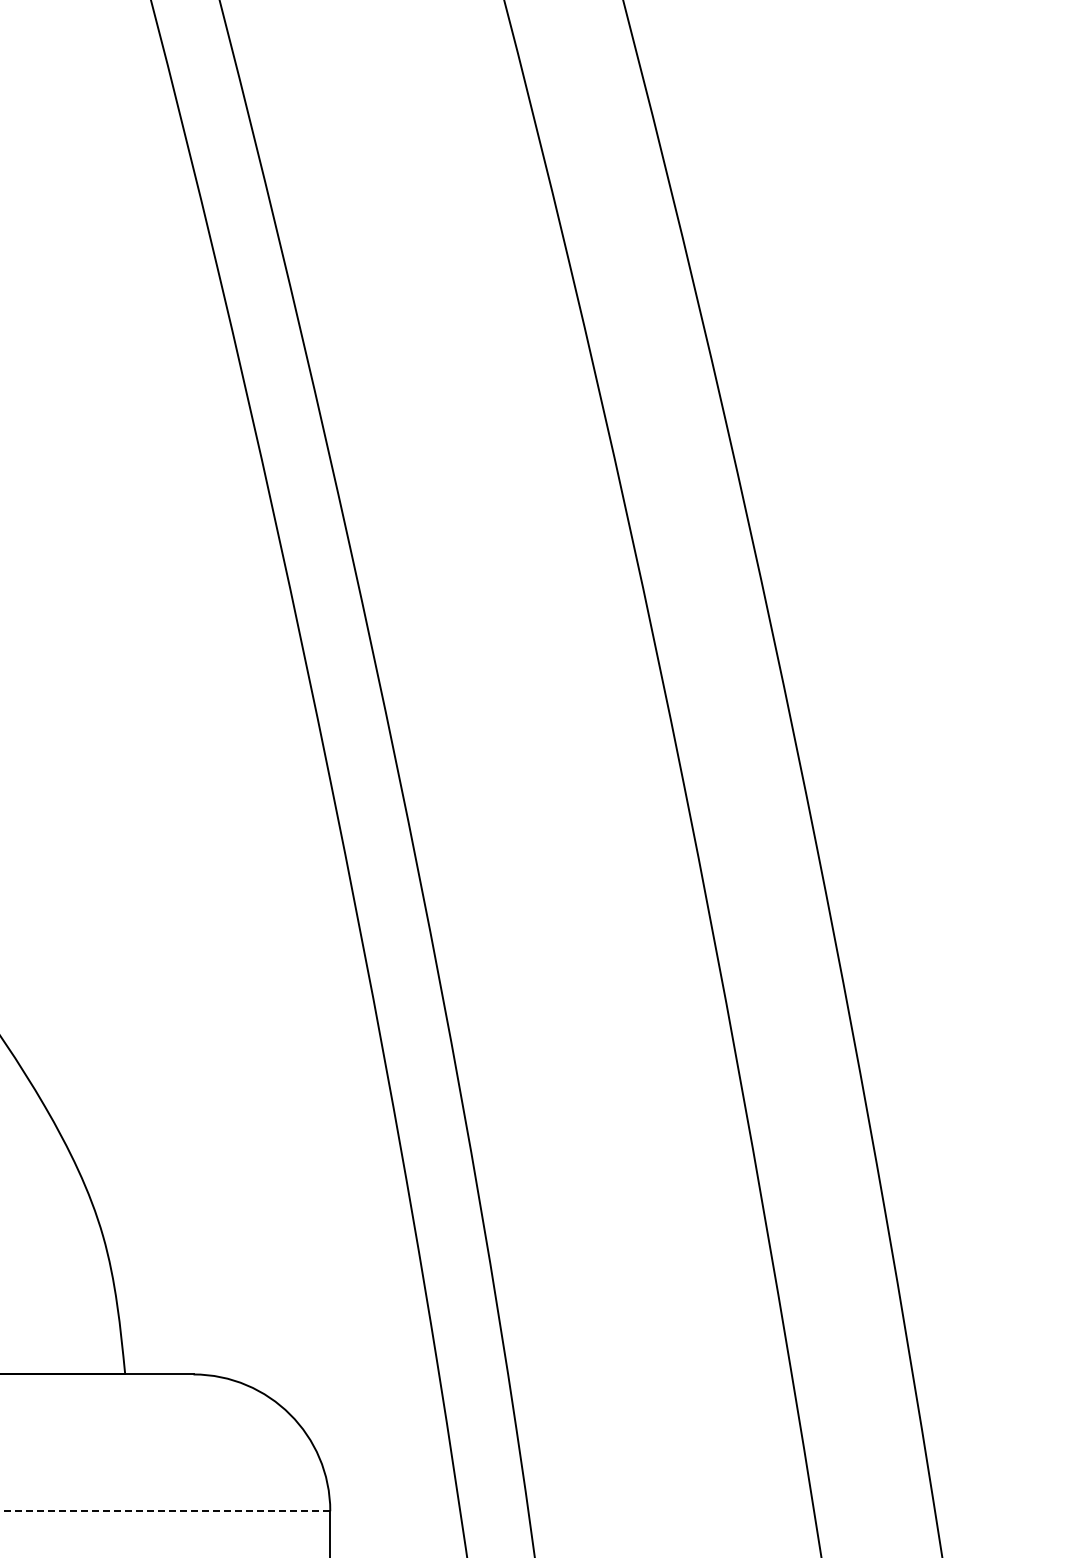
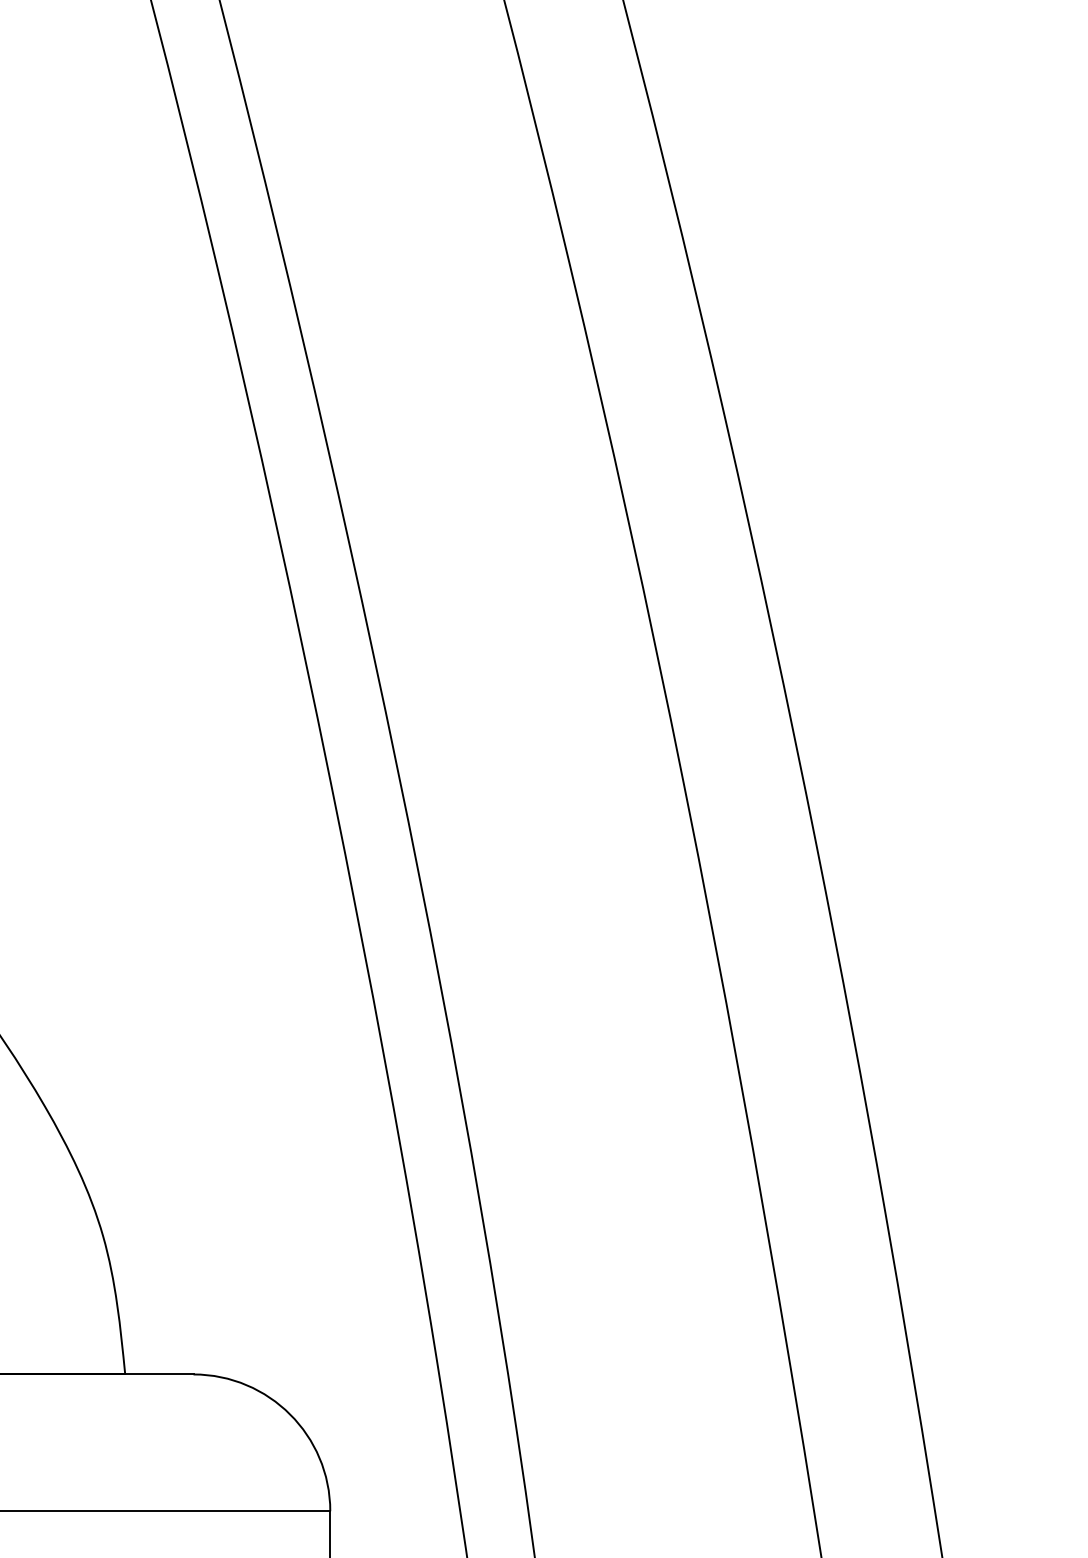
line at (165, 1511): dashed -> solid
